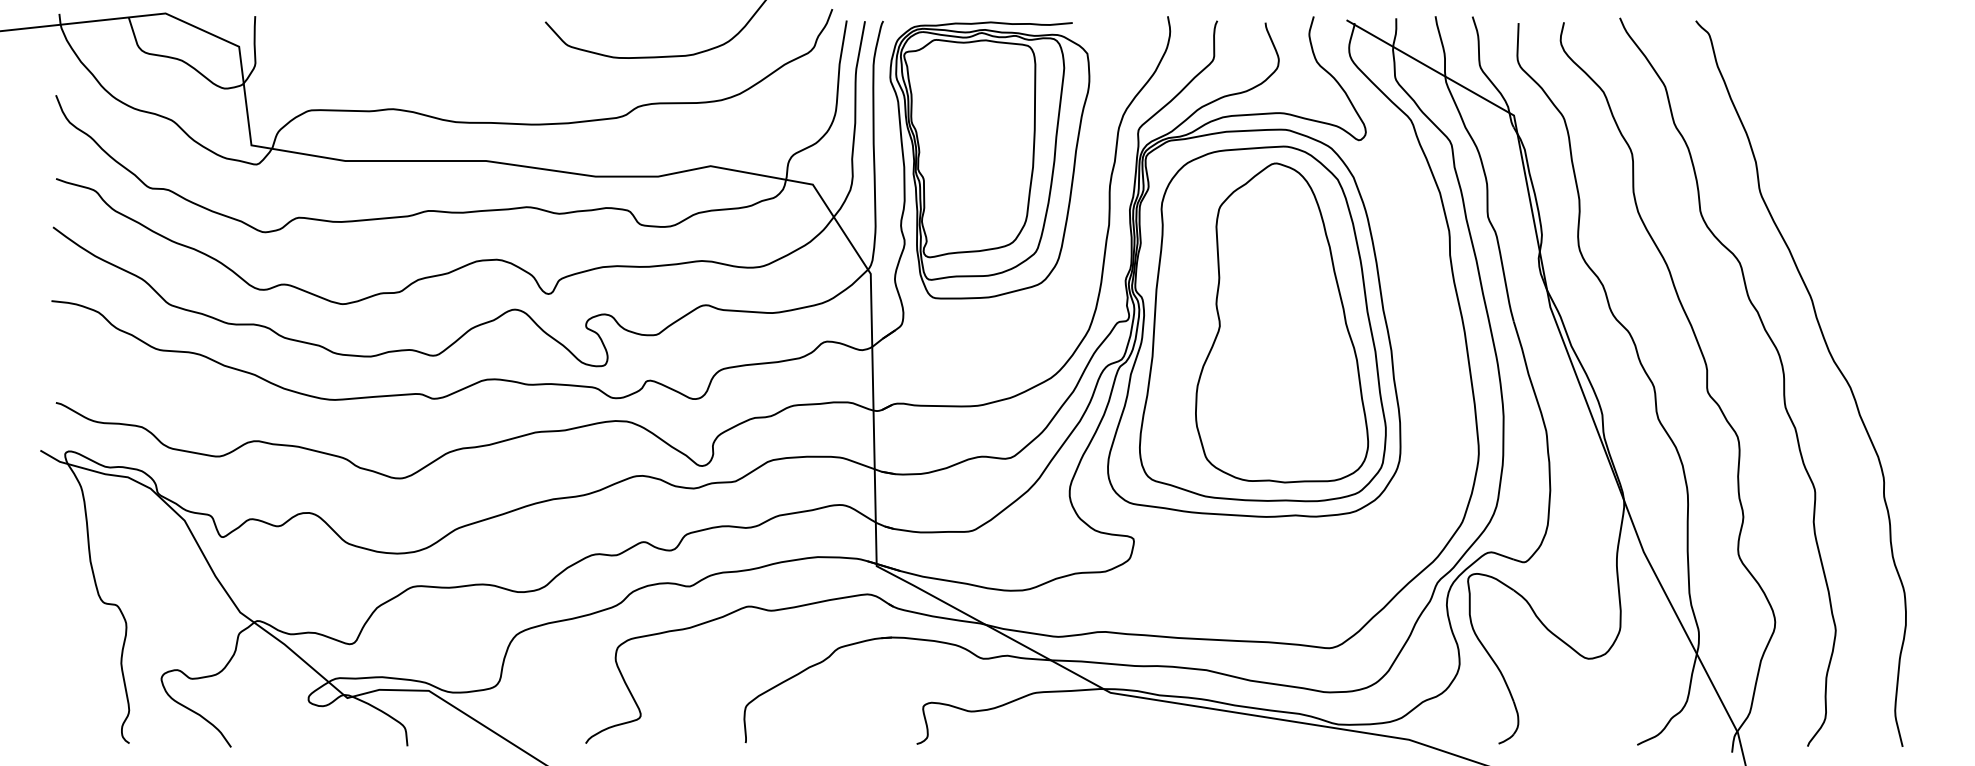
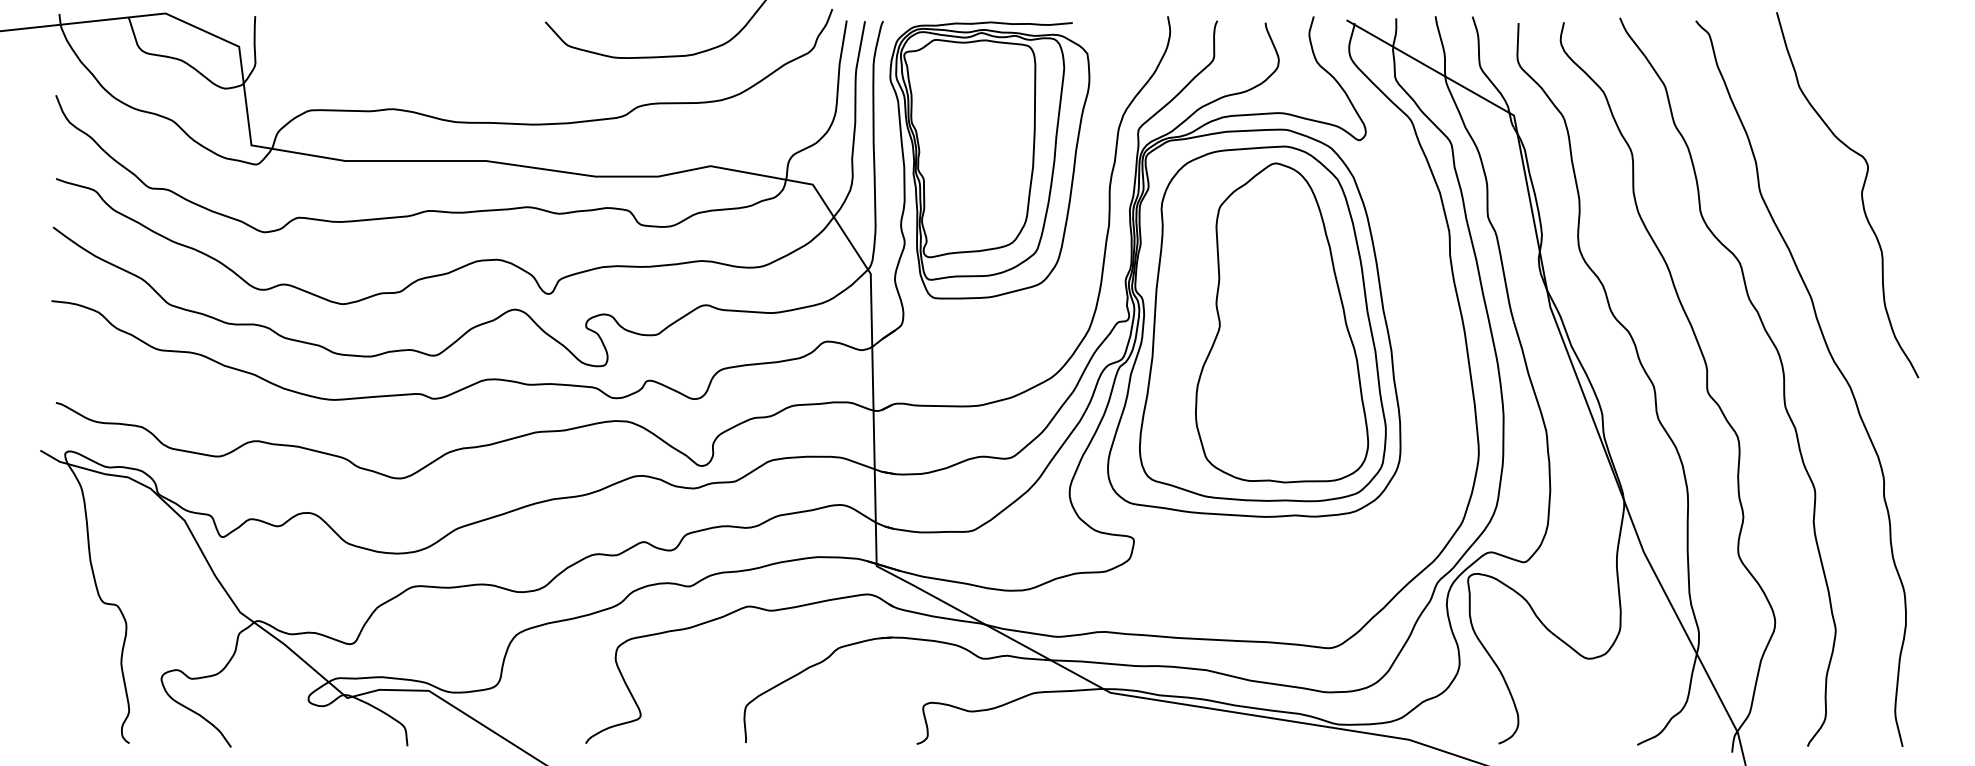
curve at (1861, 195): none -> present
